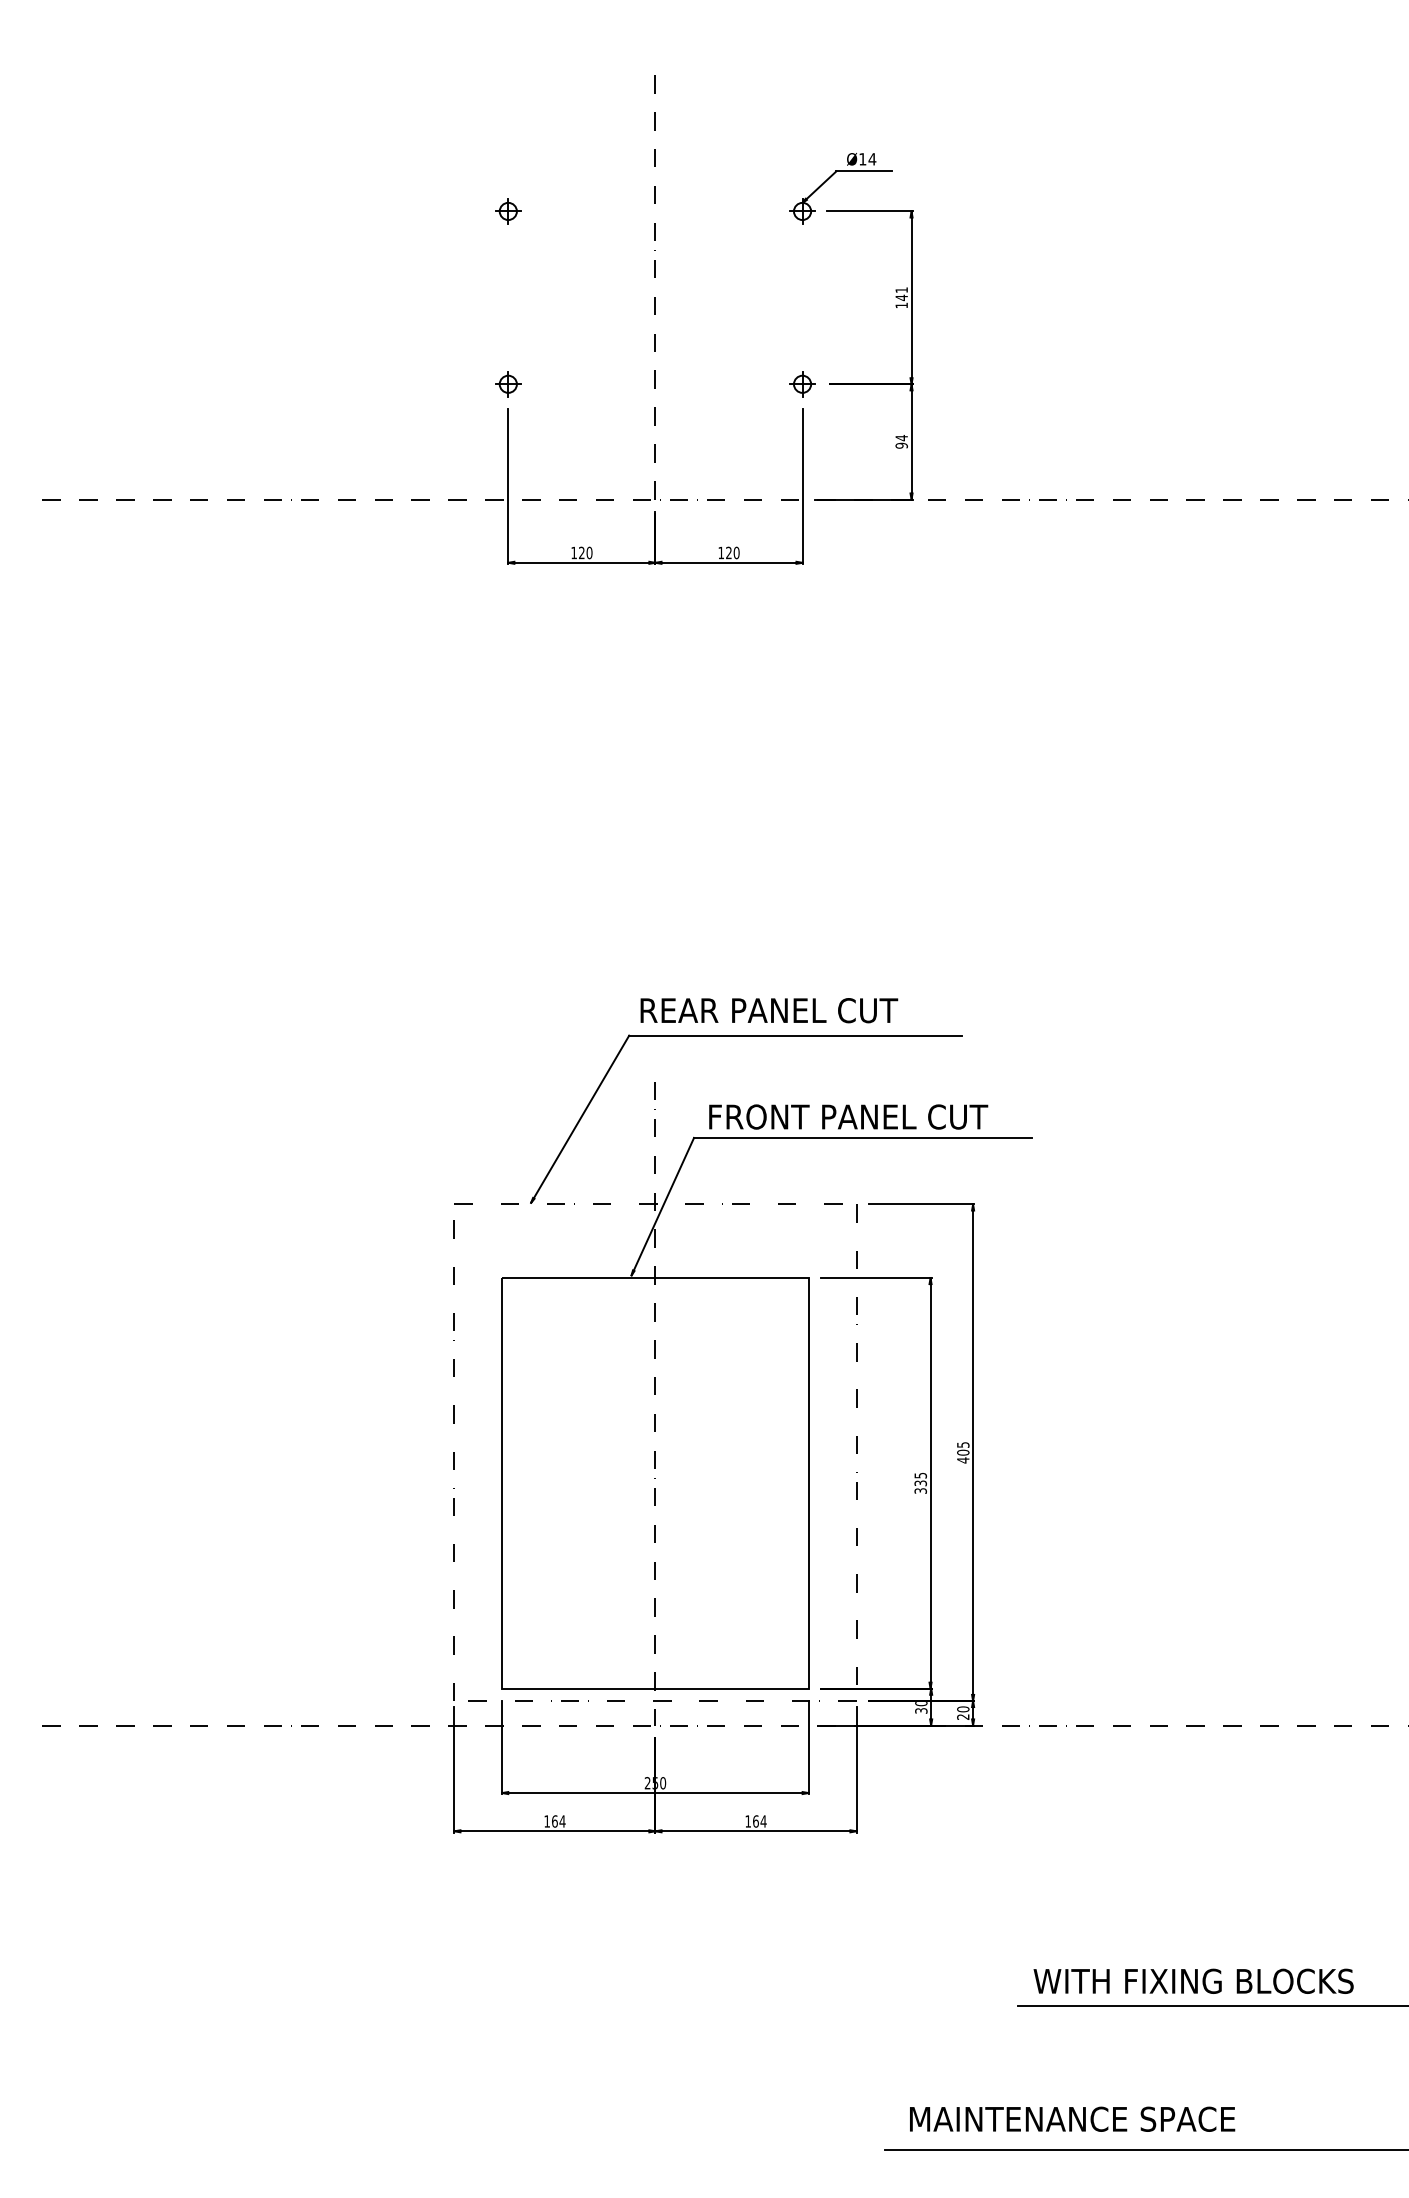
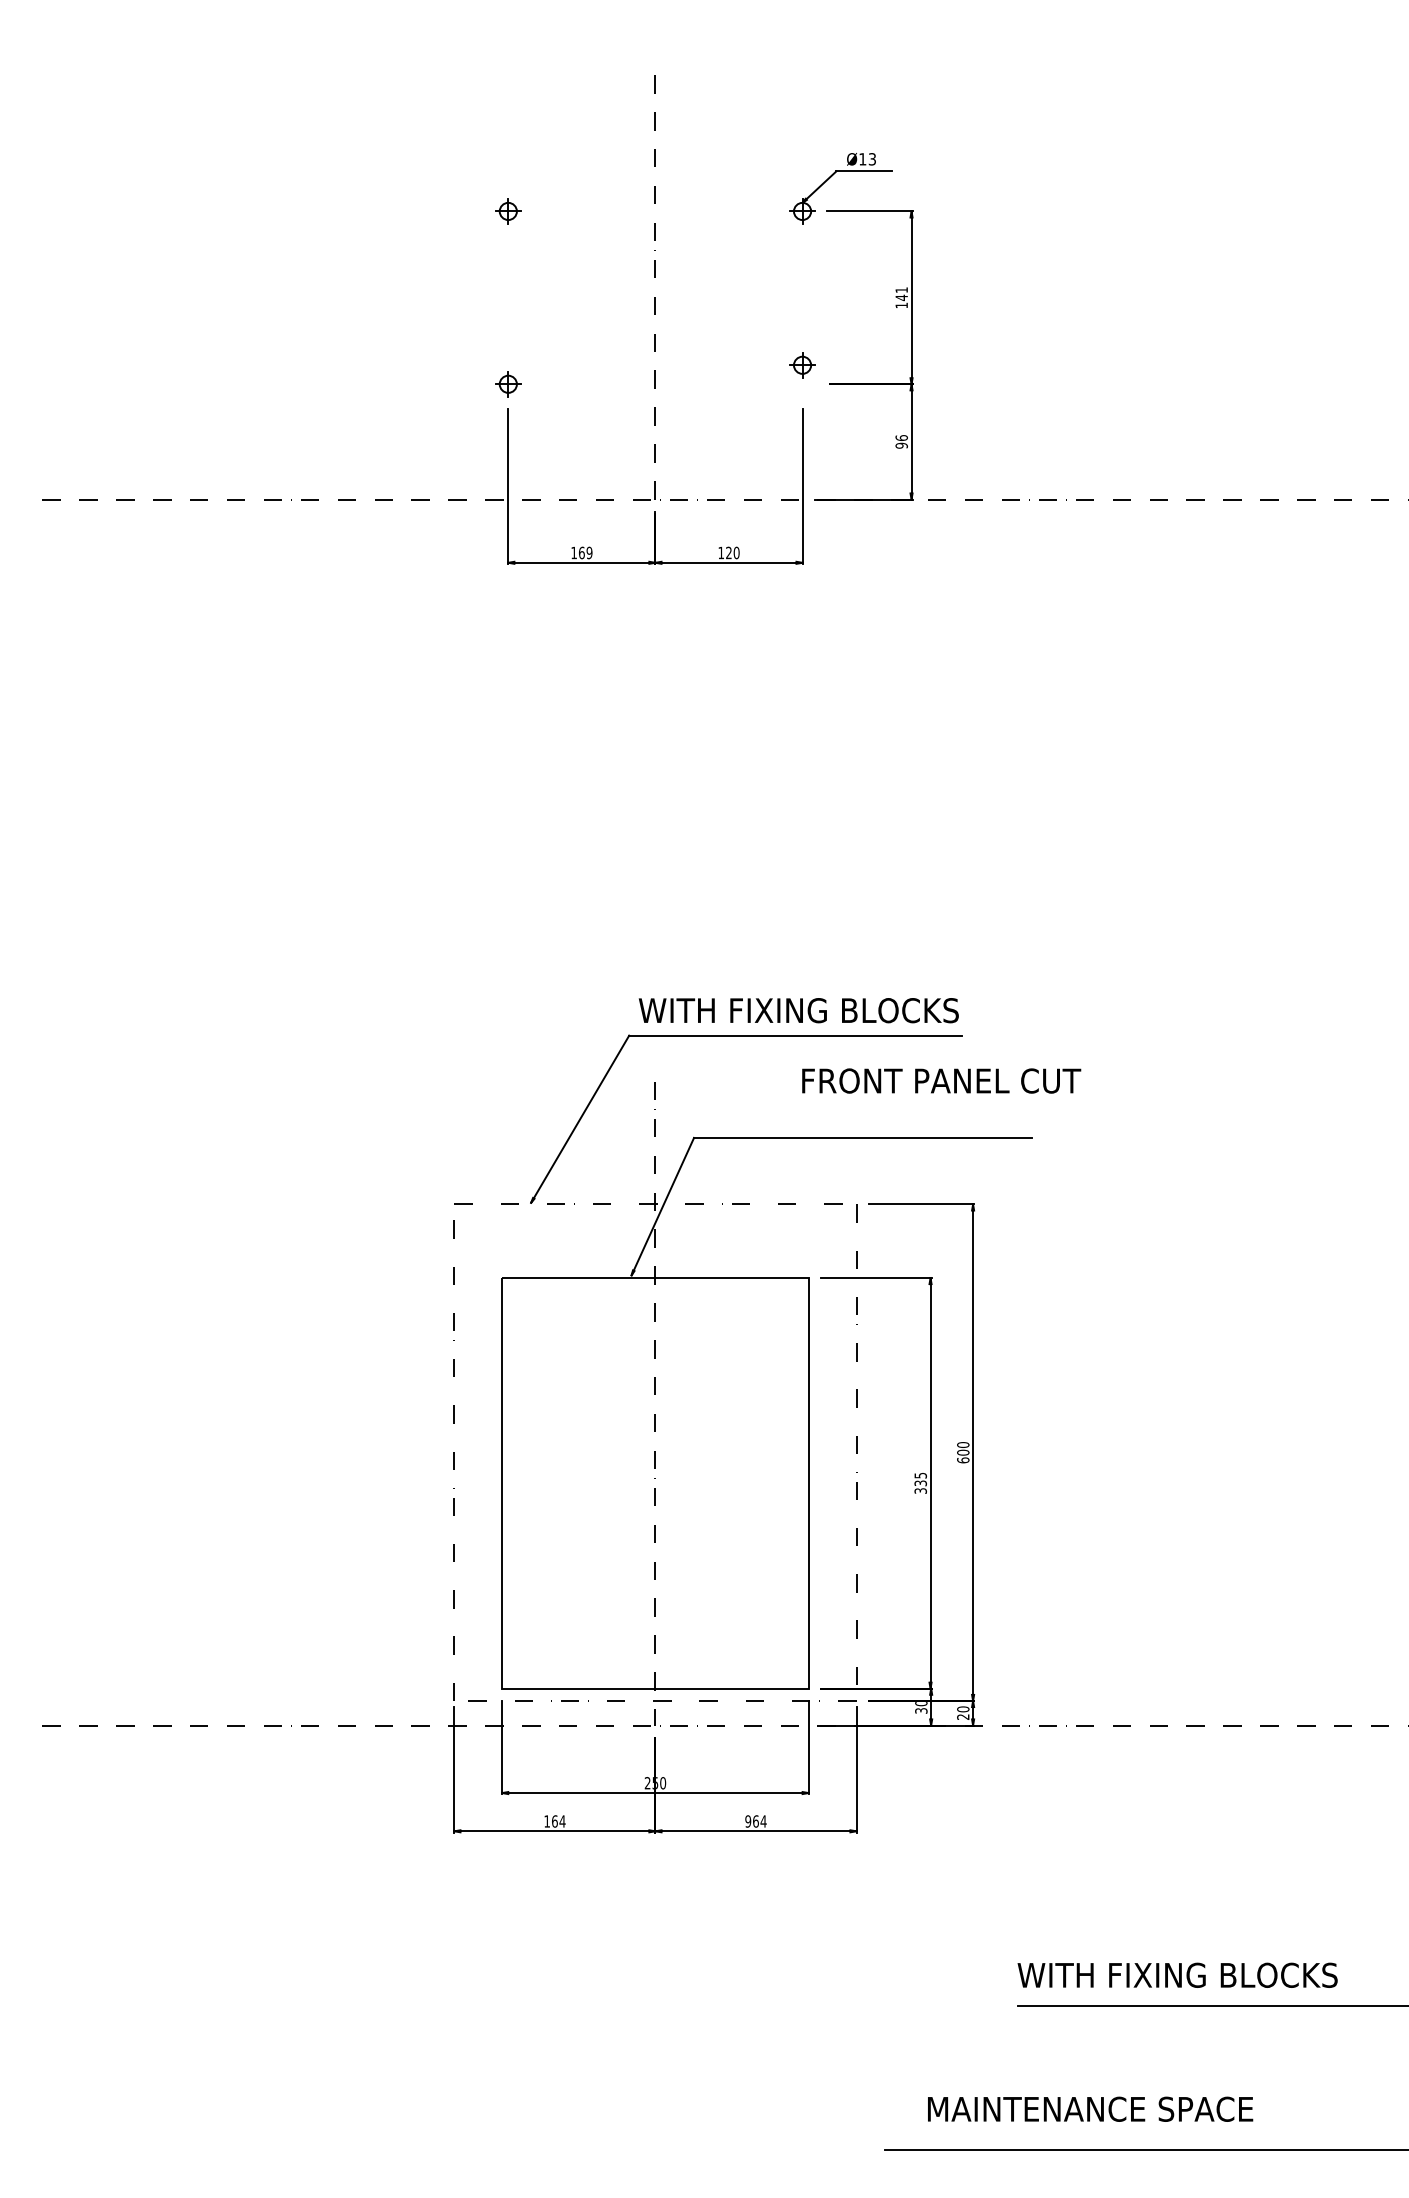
text at (872, 159): Ø14 -> Ø13
part at (802, 384) position: (802, 384) -> (802, 365)
text at (901, 438): 94 -> 96
text at (585, 552): 120 -> 169
text at (798, 1010): REAR PANEL CUT -> WITH FIXING BLOCKS
text at (848, 1116) position: (848, 1116) -> (941, 1080)
text at (963, 1452): 405 -> 600
text at (748, 1821): 164 -> 964
text at (1193, 1980) position: (1193, 1980) -> (1177, 1974)
text at (1072, 2118) position: (1072, 2118) -> (1090, 2108)
